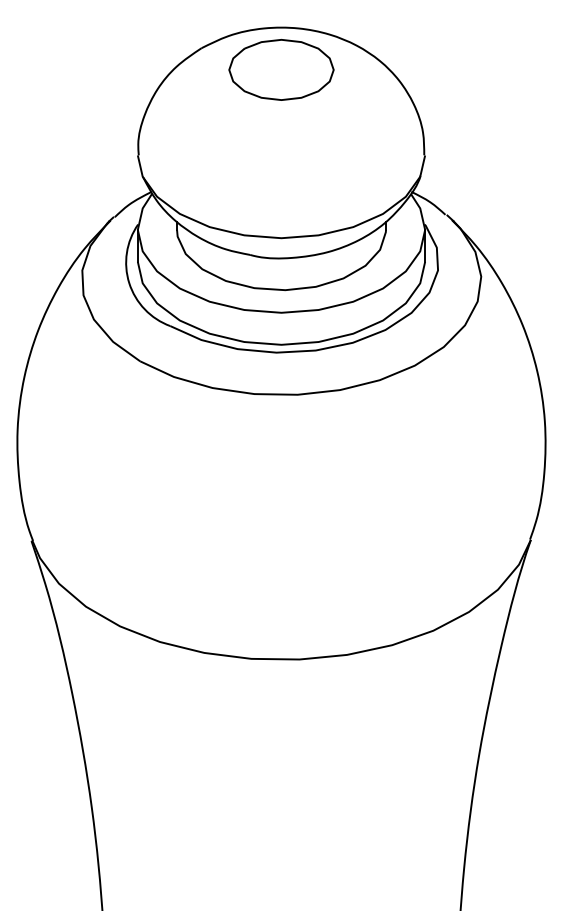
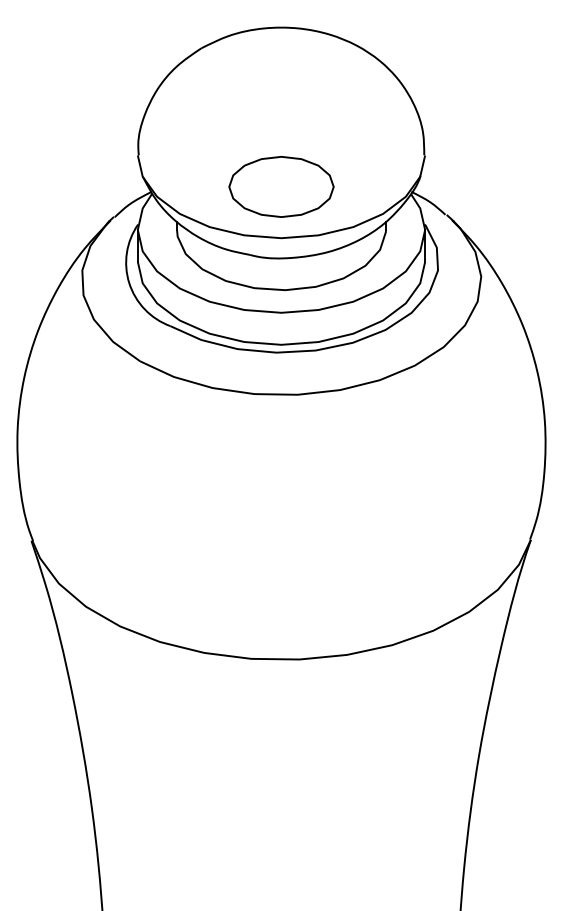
part at (281, 69) position: (281, 69) -> (281, 186)
